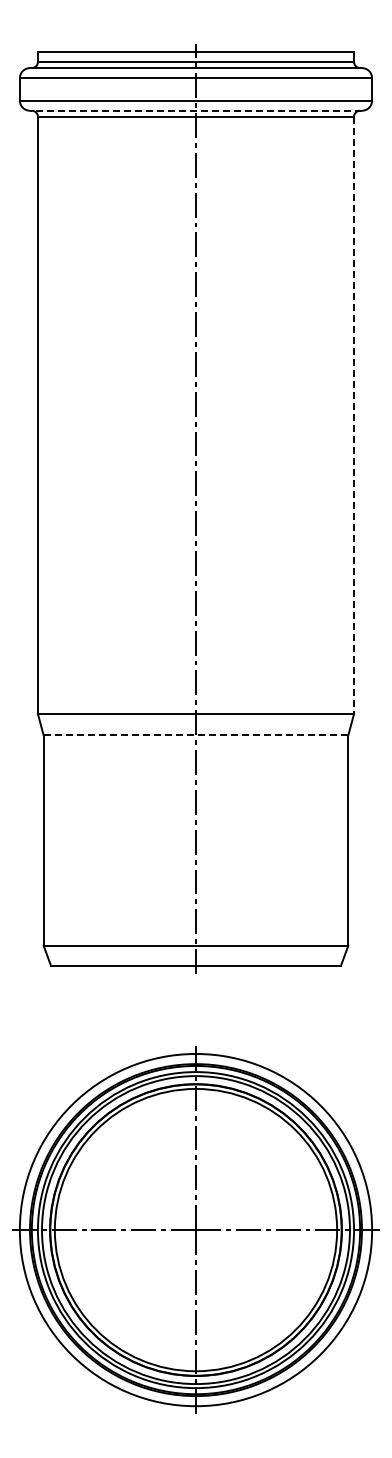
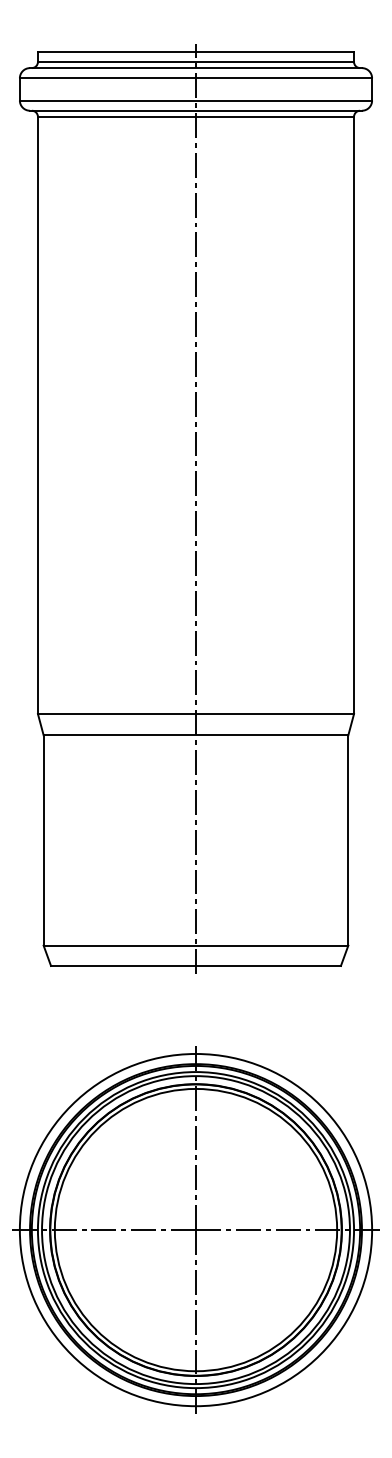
line at (196, 110): dashed -> solid
line at (354, 415): dashed -> solid
line at (196, 735): dashed -> solid
